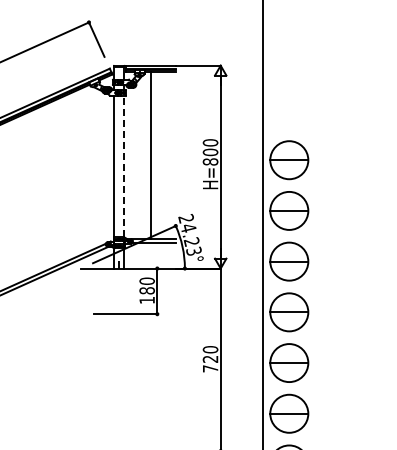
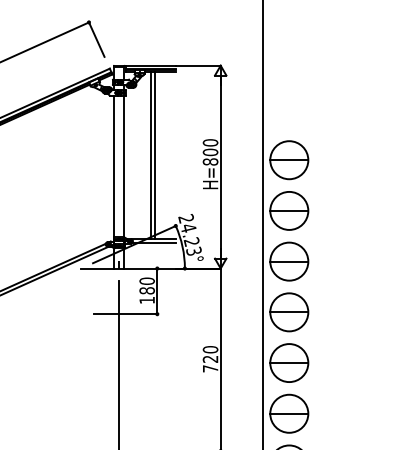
line at (154, 155): none -> present
line at (124, 166): dashed -> solid
line at (119, 363): none -> present
